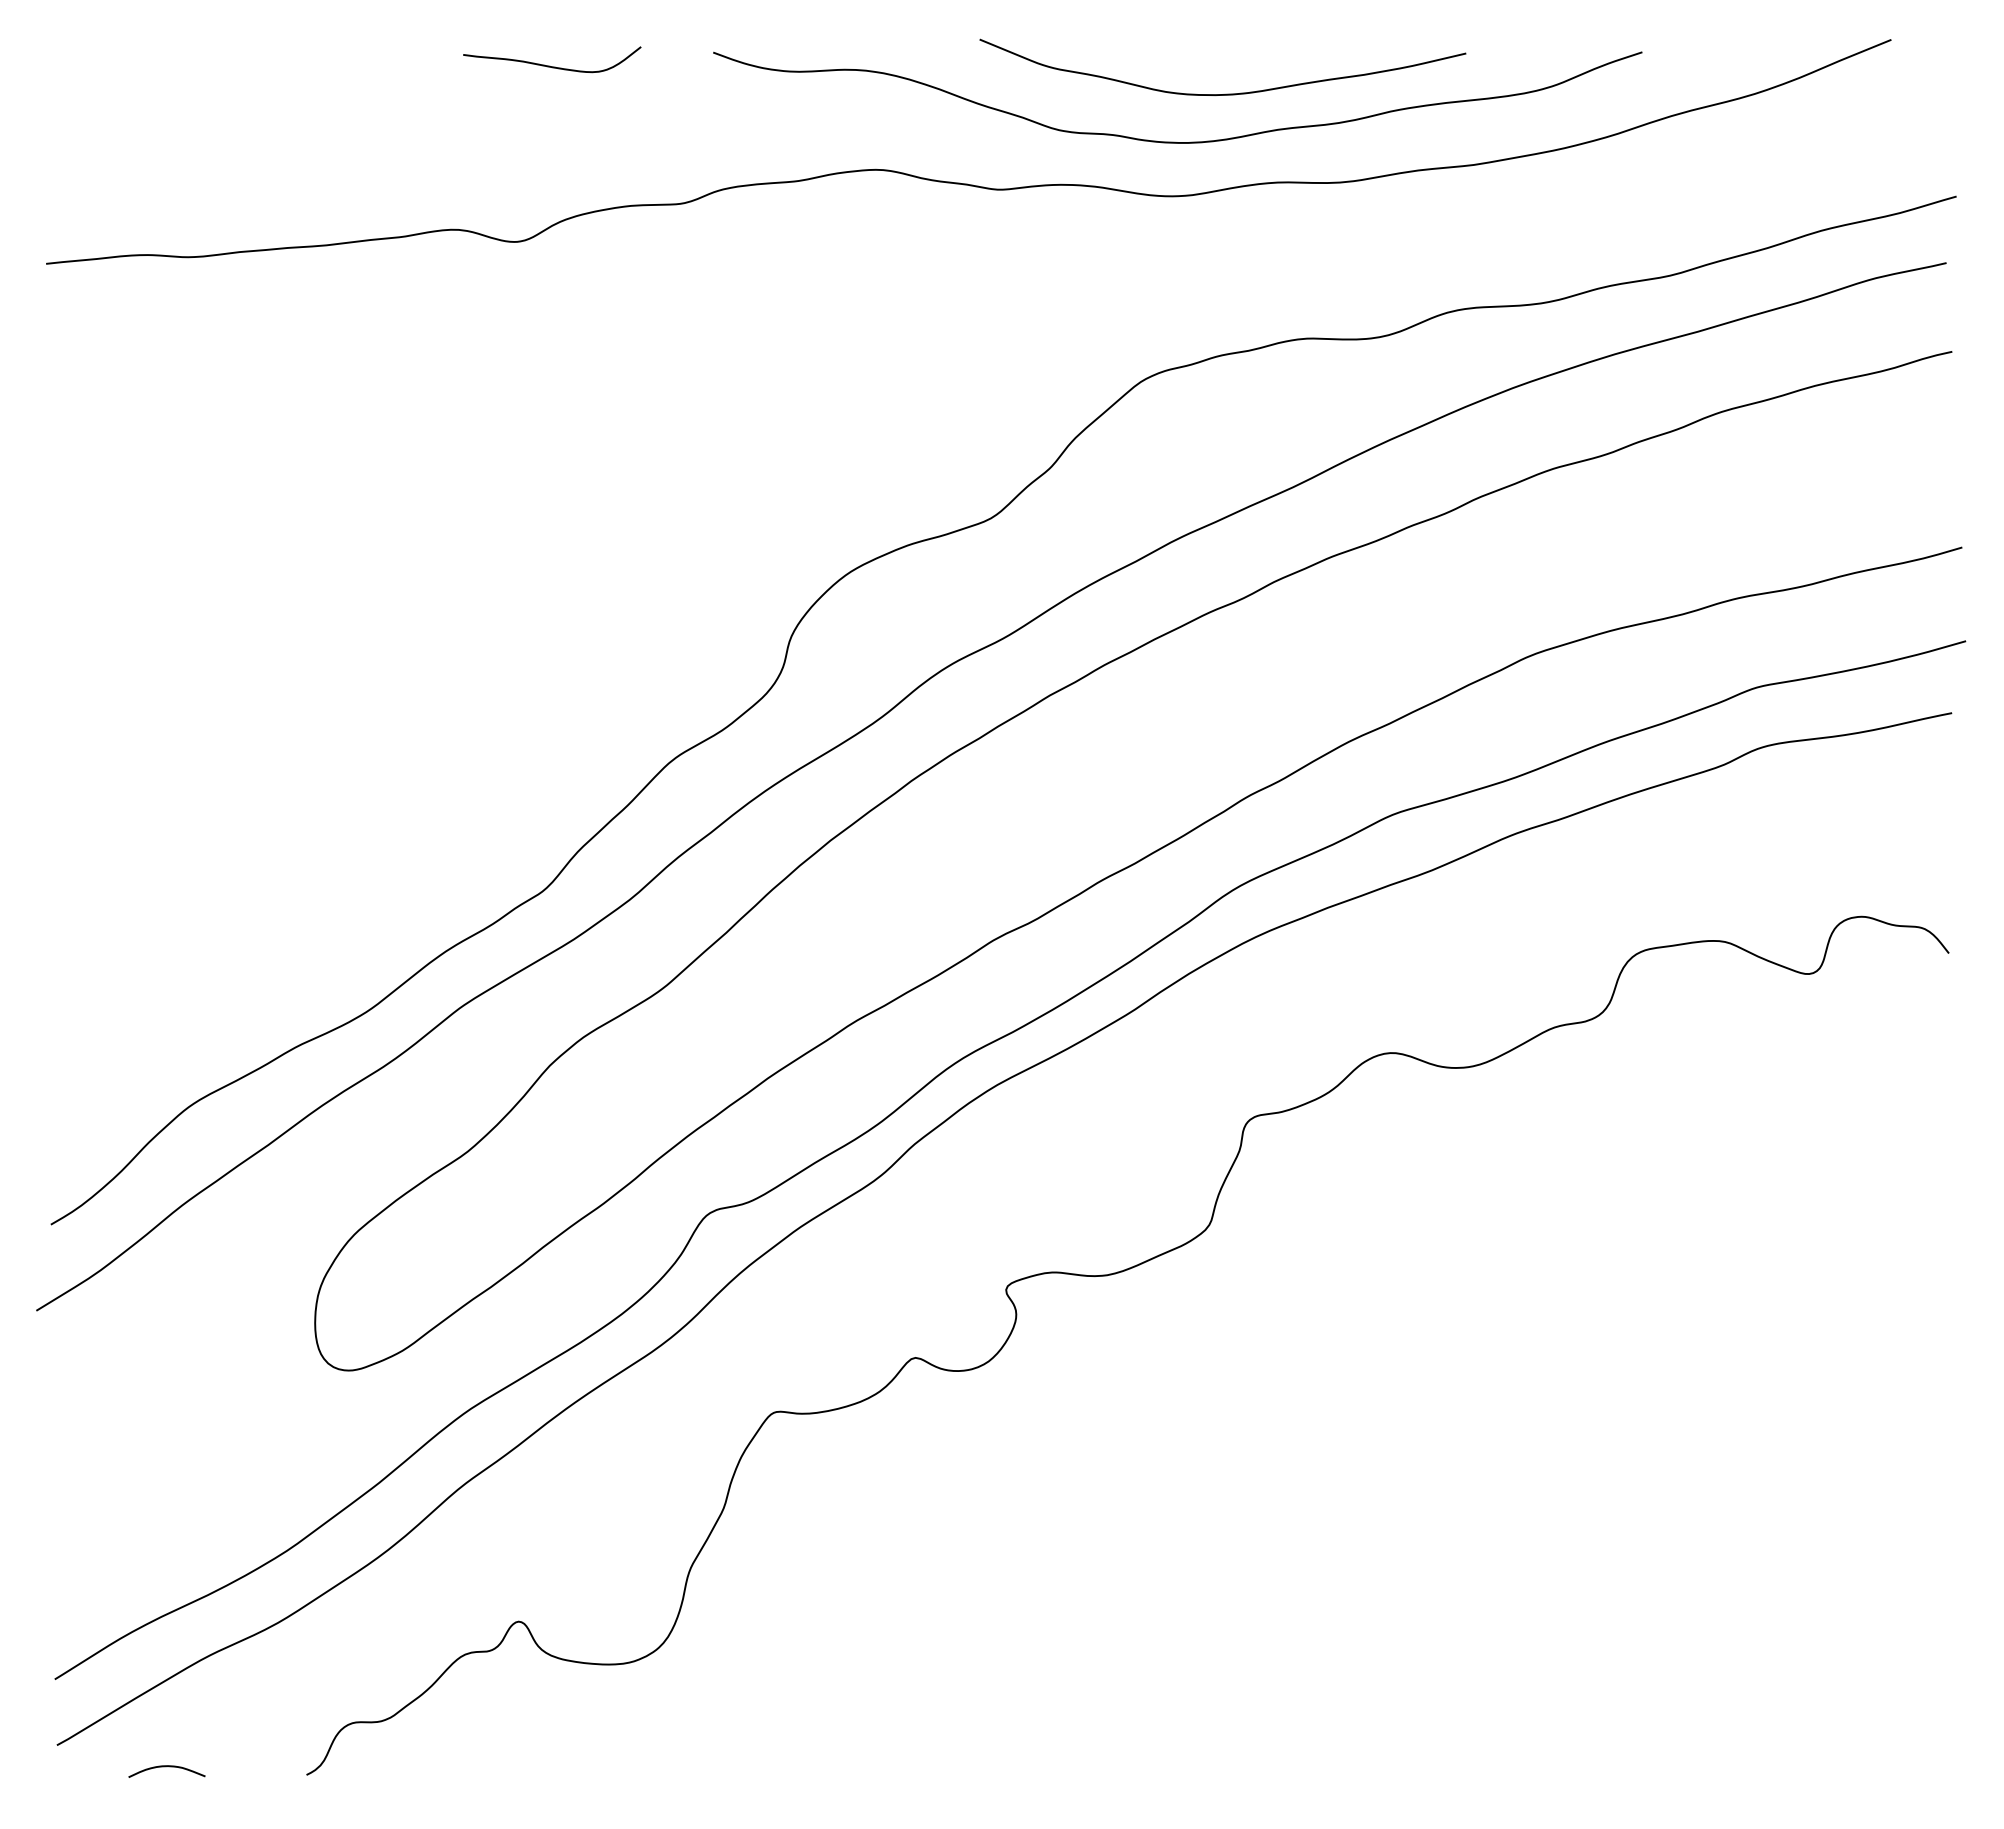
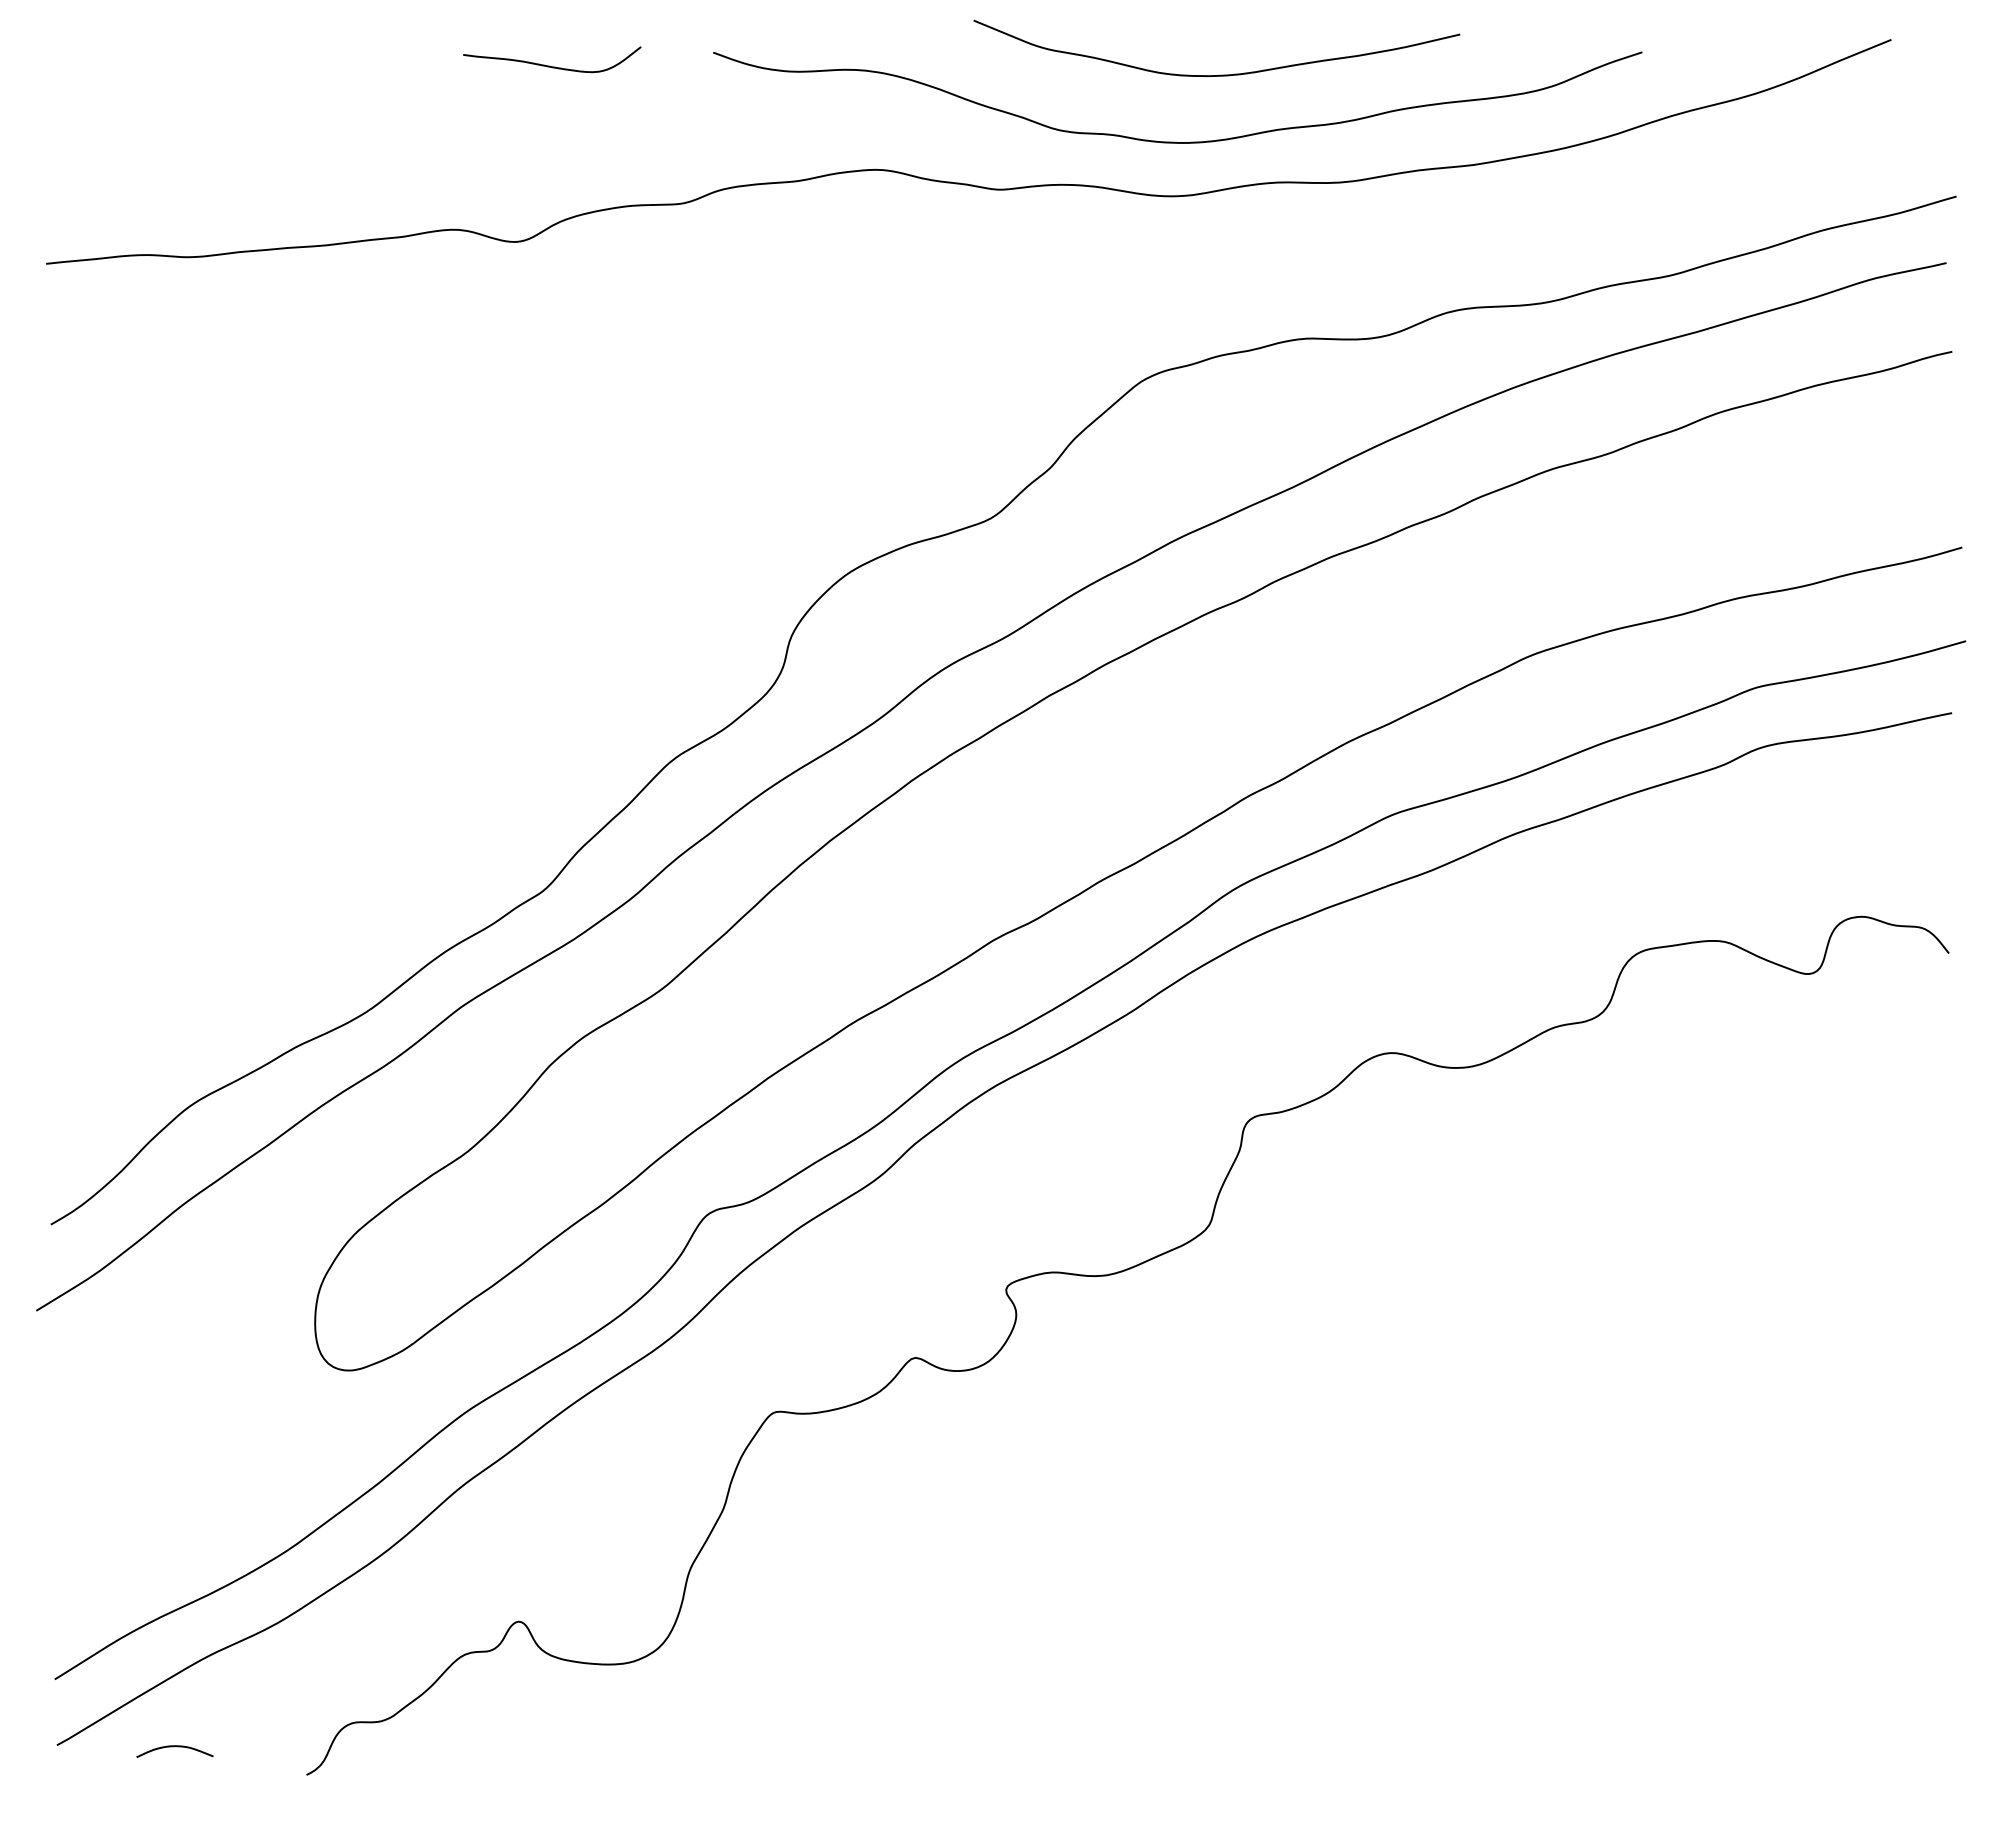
curve at (1225, 93) position: (1225, 93) -> (1219, 74)
curve at (166, 1767) position: (166, 1767) -> (174, 1747)
